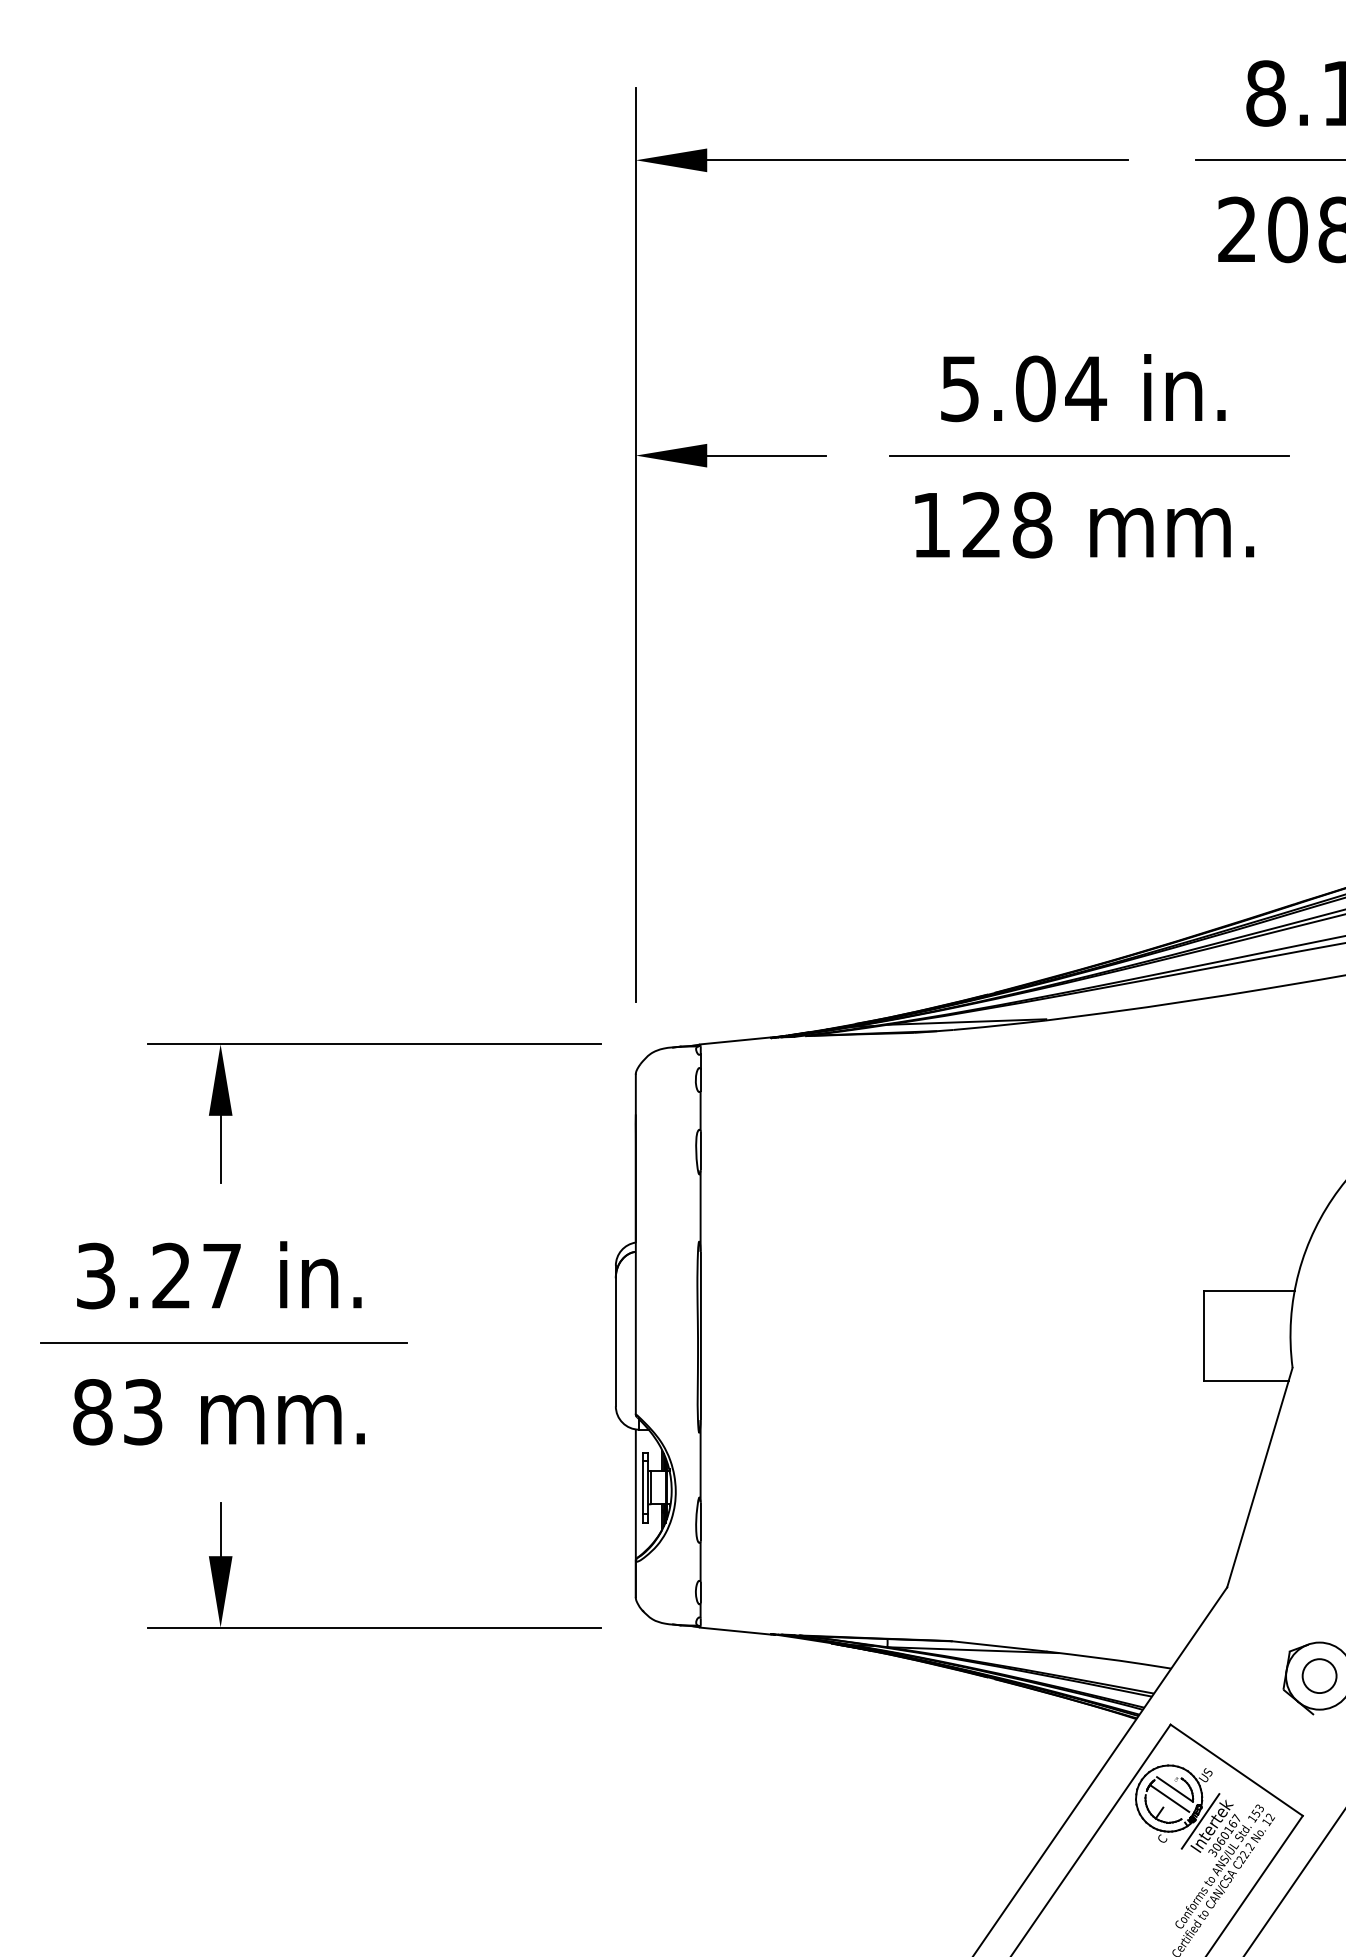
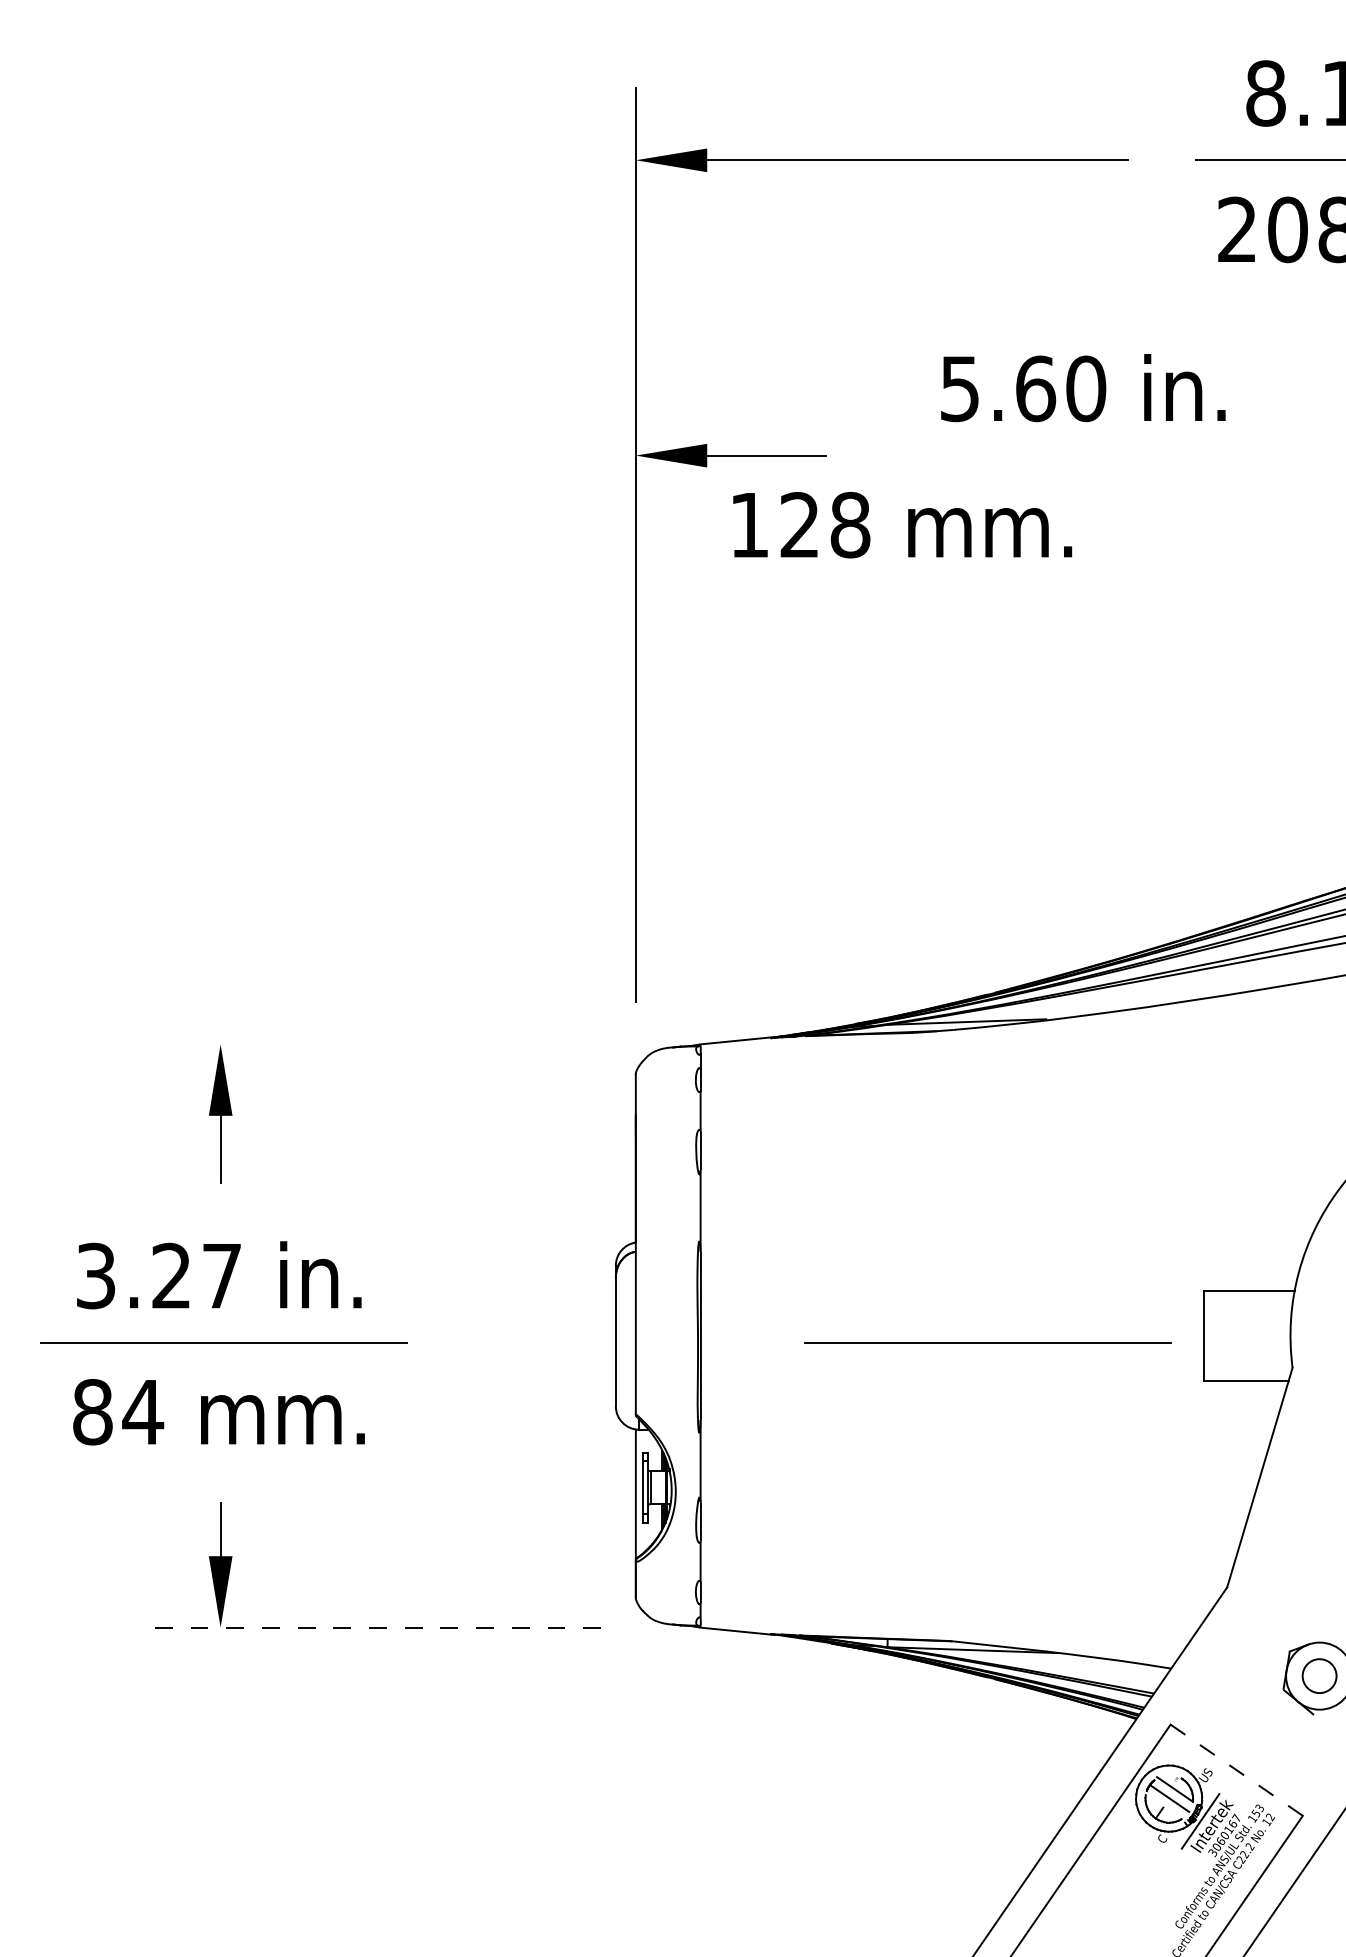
text at (1061, 388): 5.04 -> 5.60
line at (1088, 455): present -> none
text at (1084, 525) position: (1084, 525) -> (902, 525)
line at (374, 1044): present -> none
line at (987, 1342): none -> present
text at (143, 1412): 83 -> 84
line at (374, 1627): solid -> dashed
line at (1236, 1769): solid -> dashed
